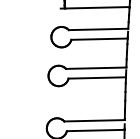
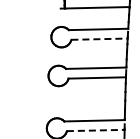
line at (100, 39): solid -> dashed
line at (95, 130): solid -> dashed
